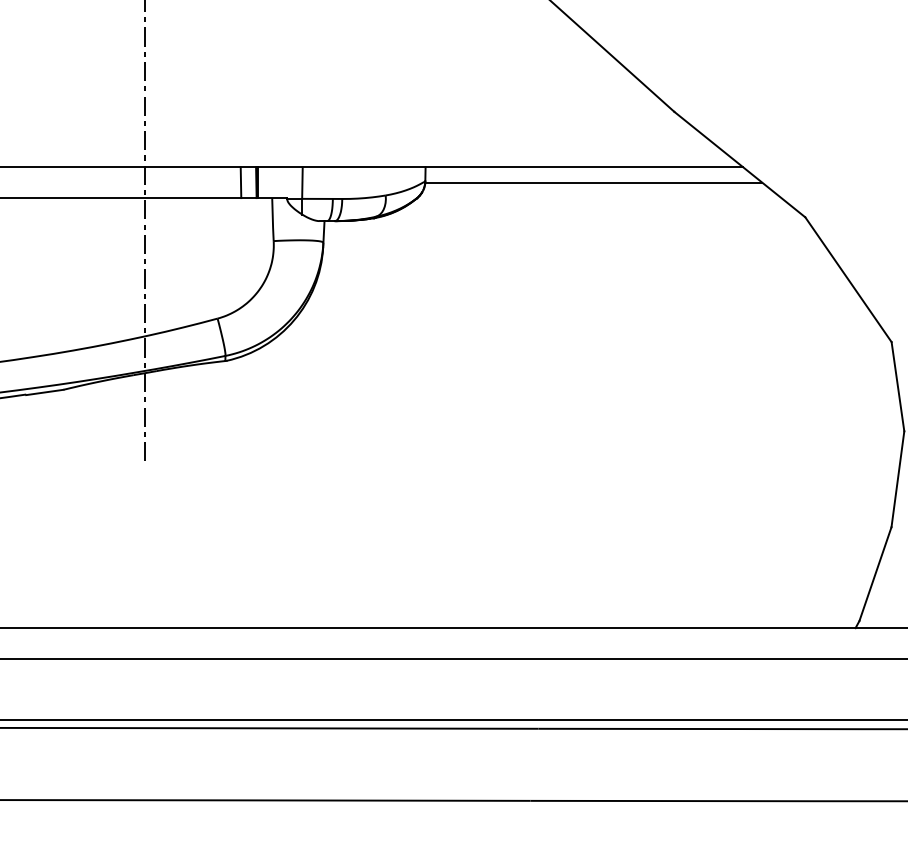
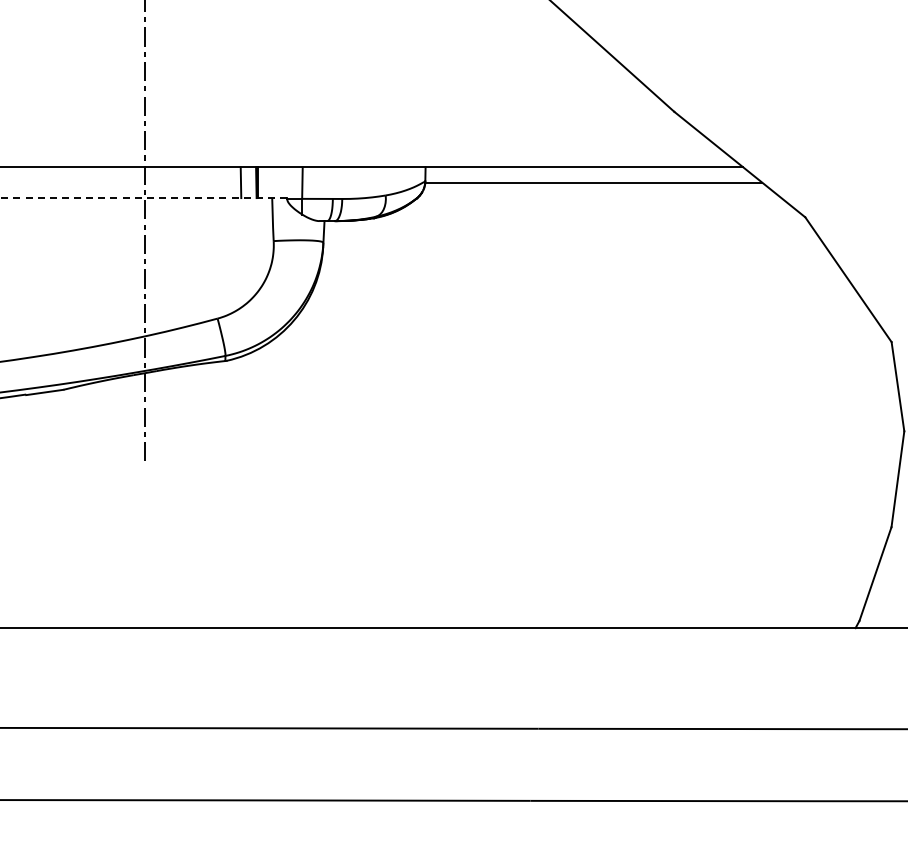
line at (143, 198): solid -> dashed
line at (453, 658): present -> none
line at (453, 720): present -> none
